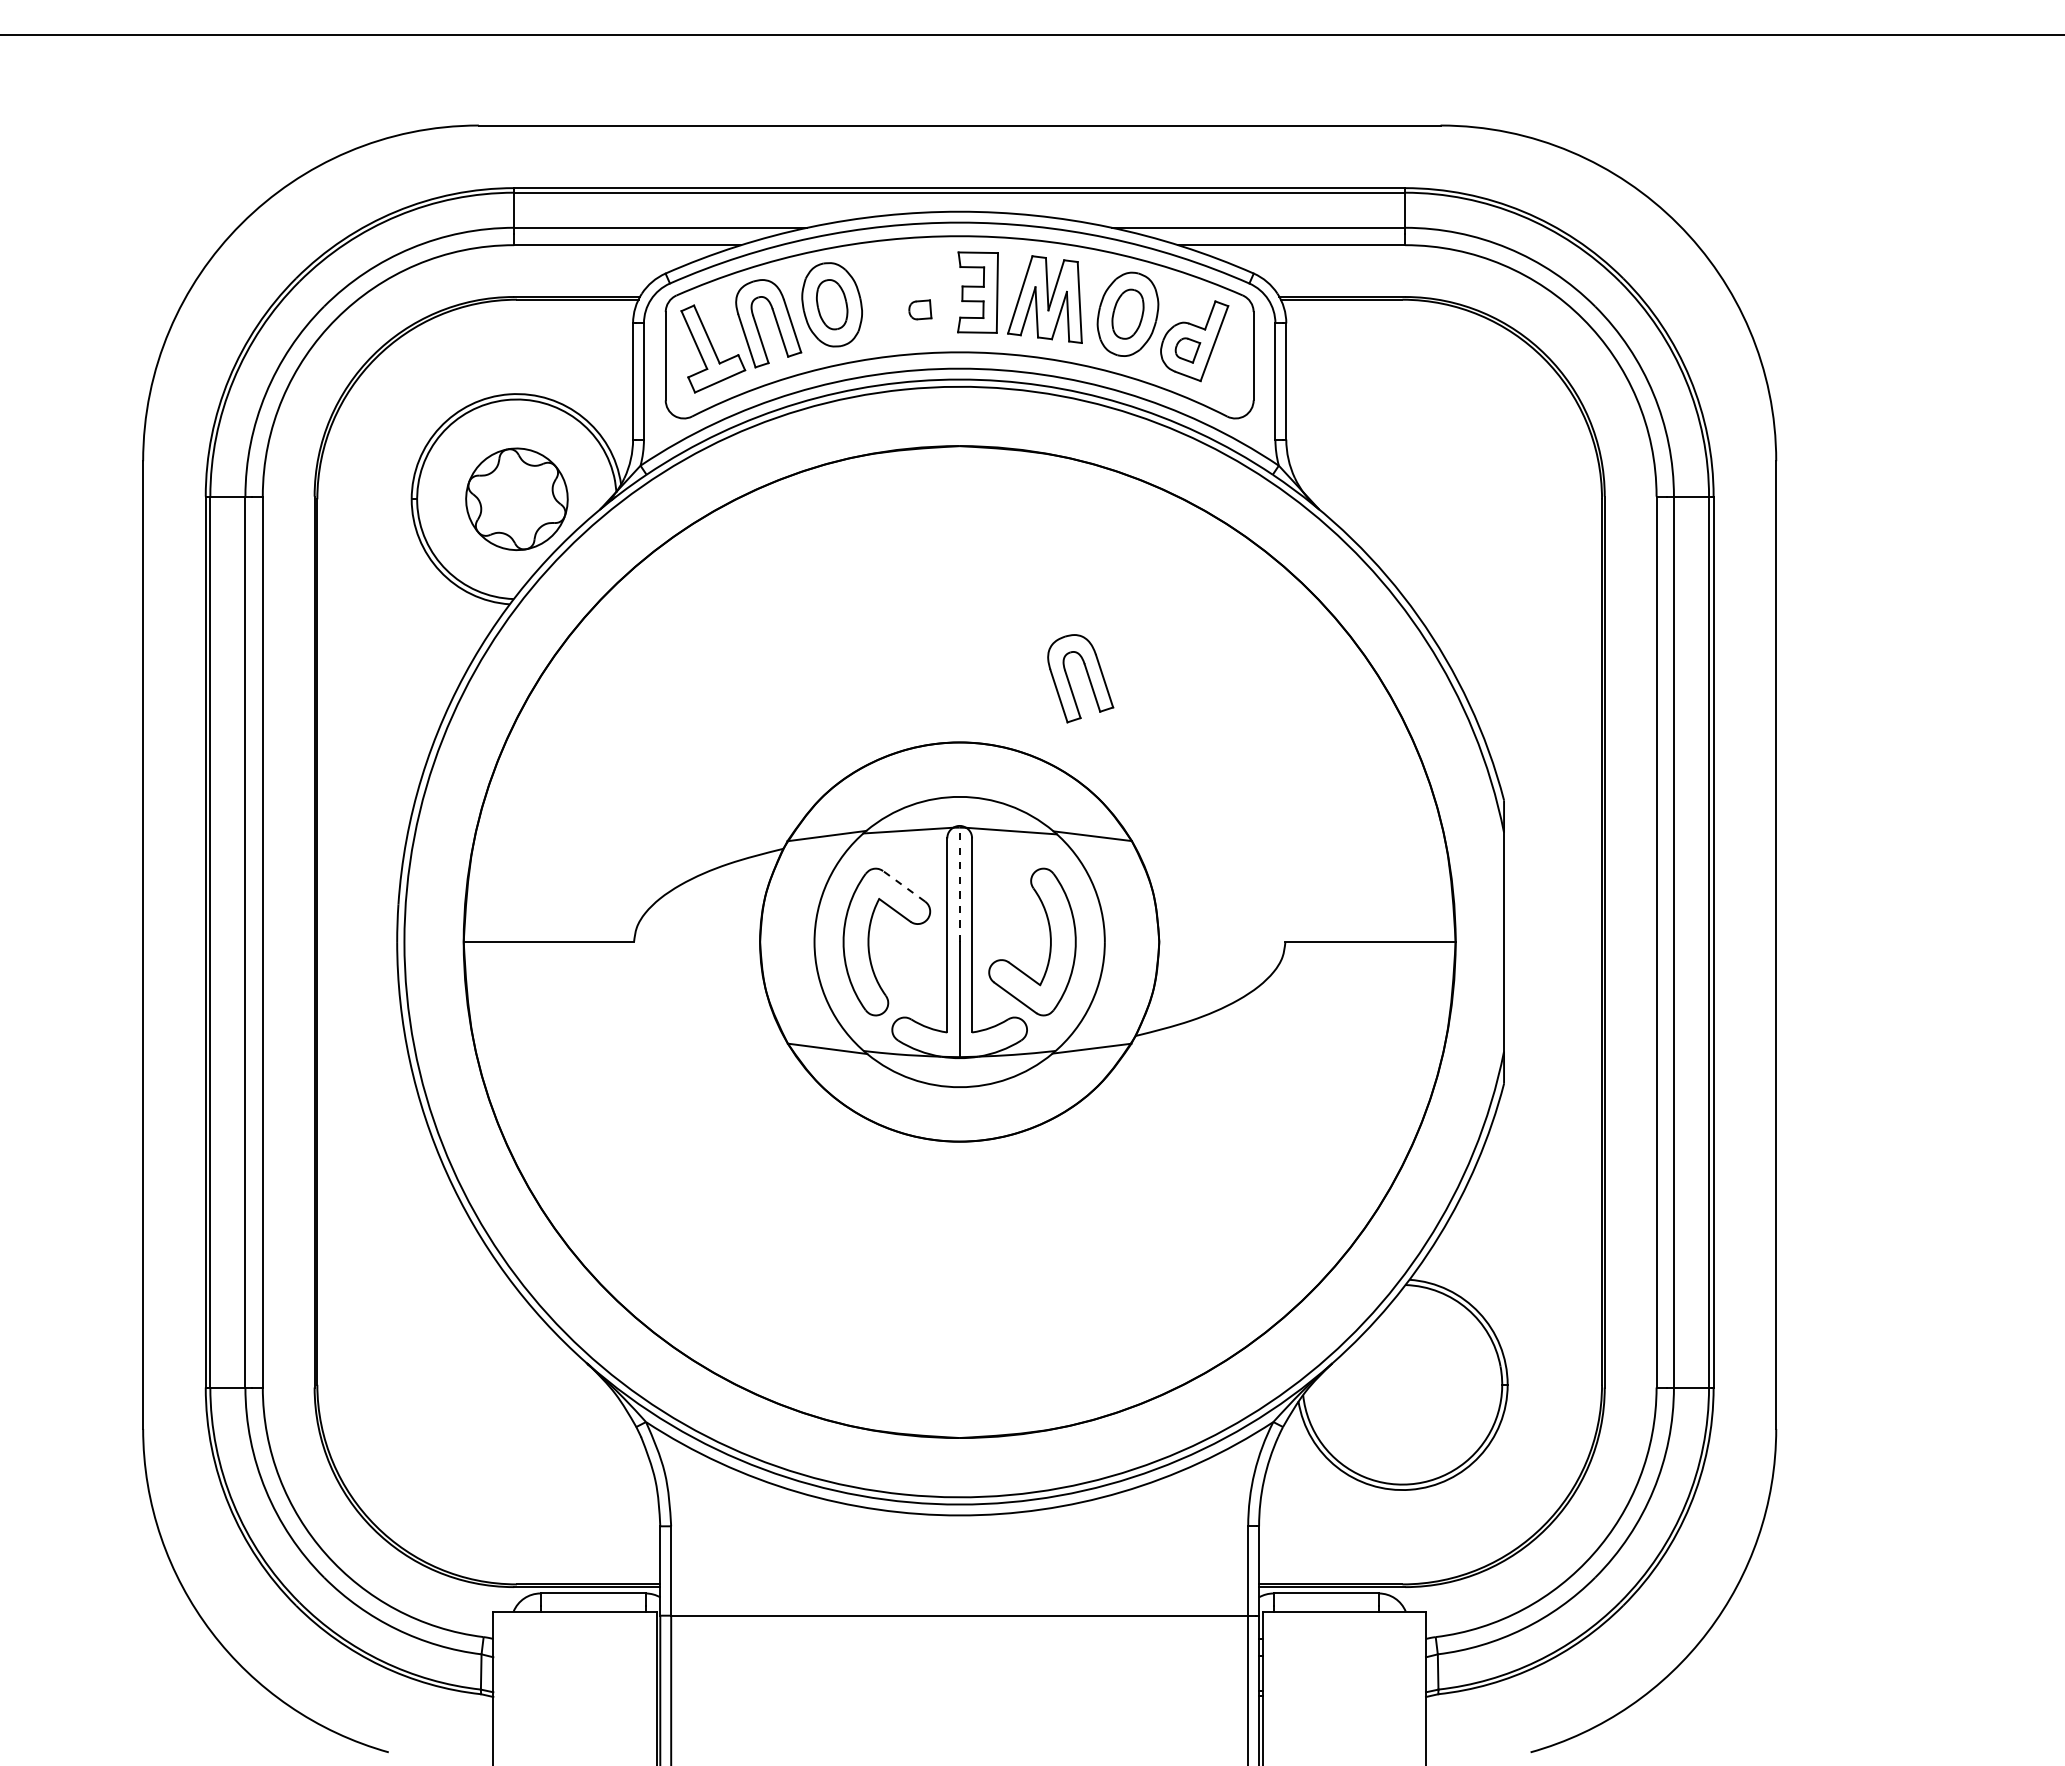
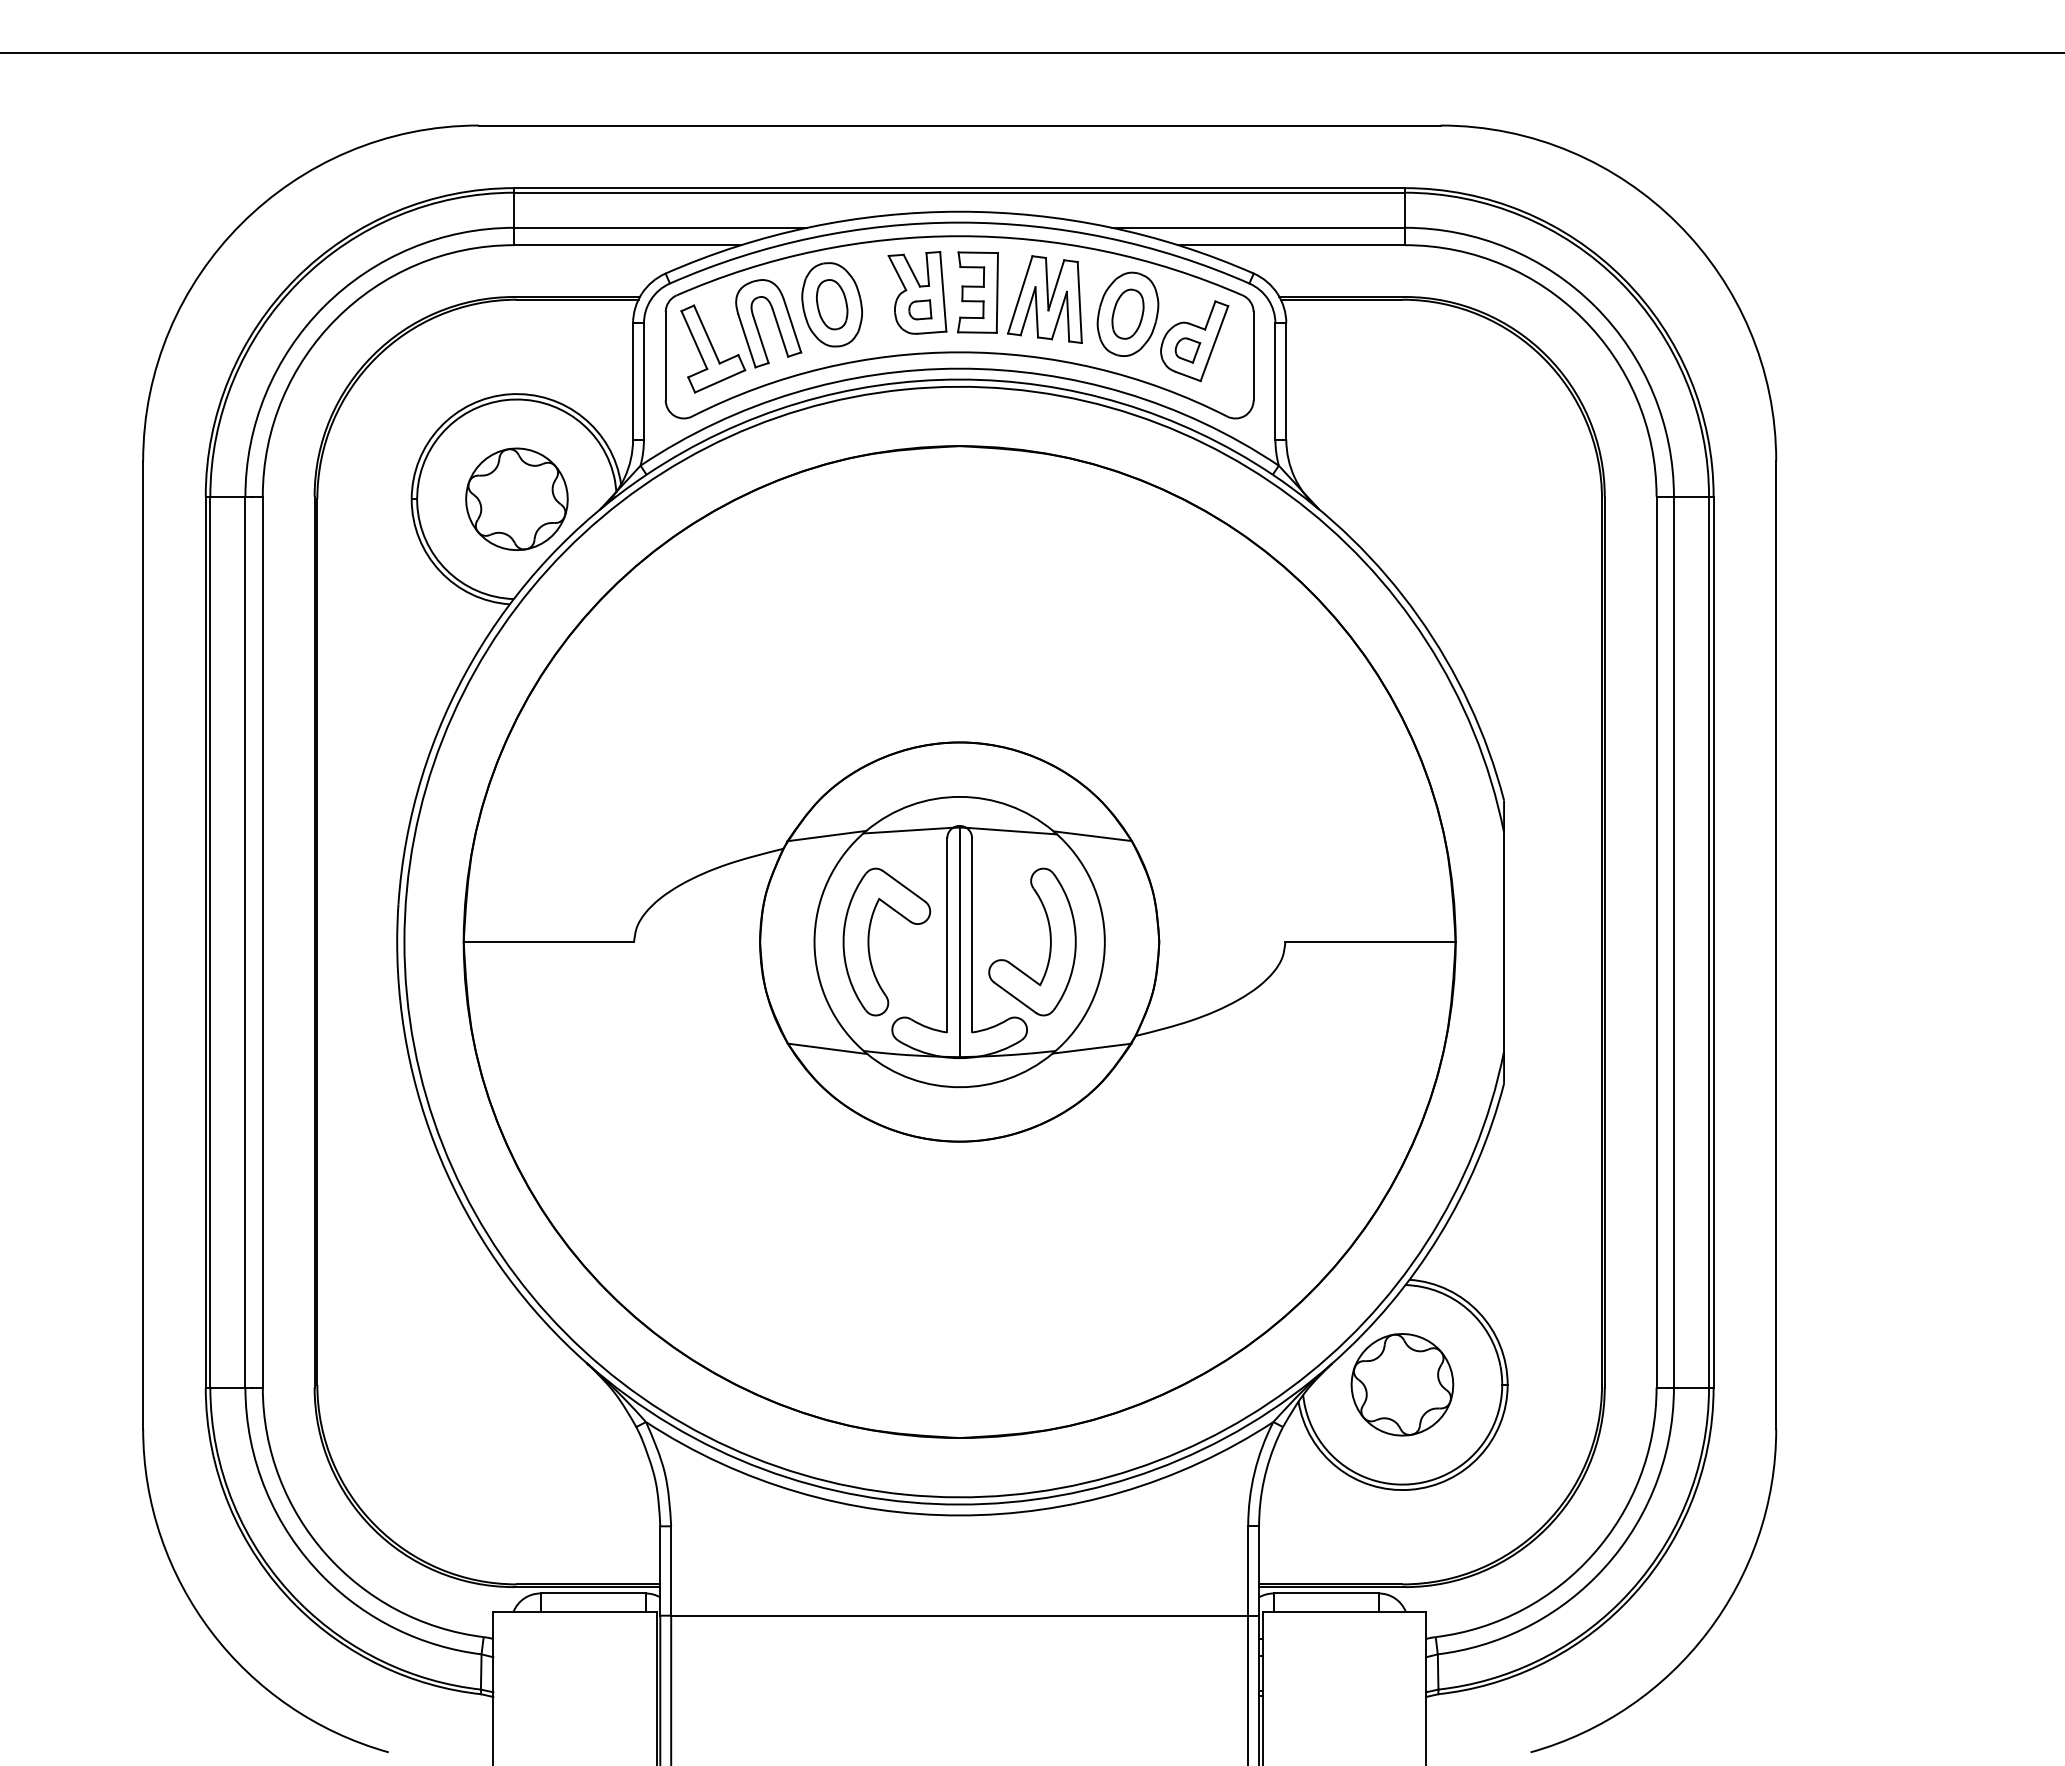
line at (1031, 34) position: (1031, 34) -> (1031, 52)
part at (917, 292): none -> present
part at (1087, 676): present -> none
line at (959, 884): dashed -> solid
line at (904, 886): dashed -> solid
part at (1402, 1384): none -> present
